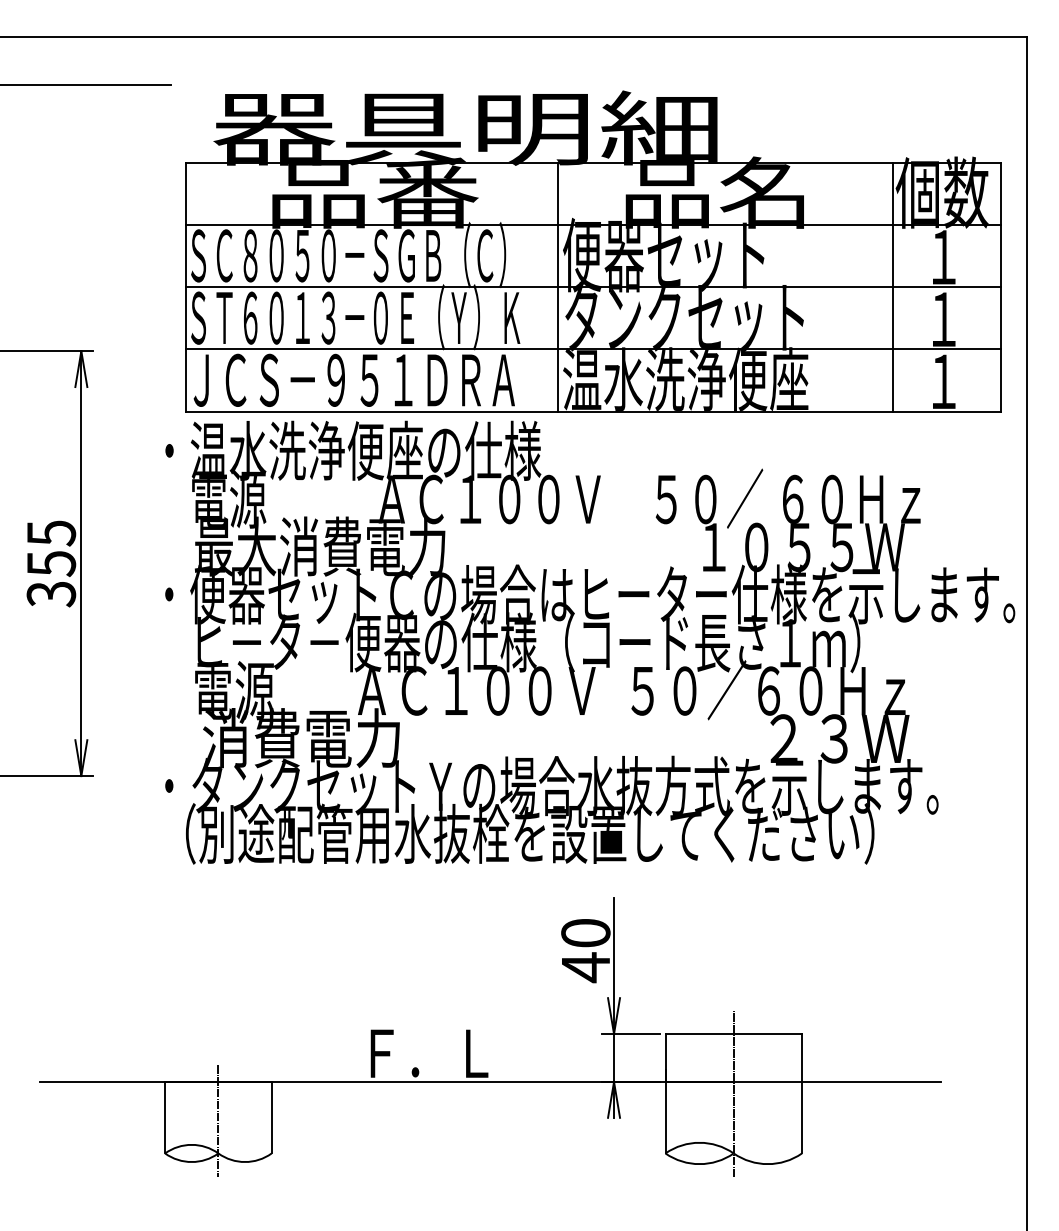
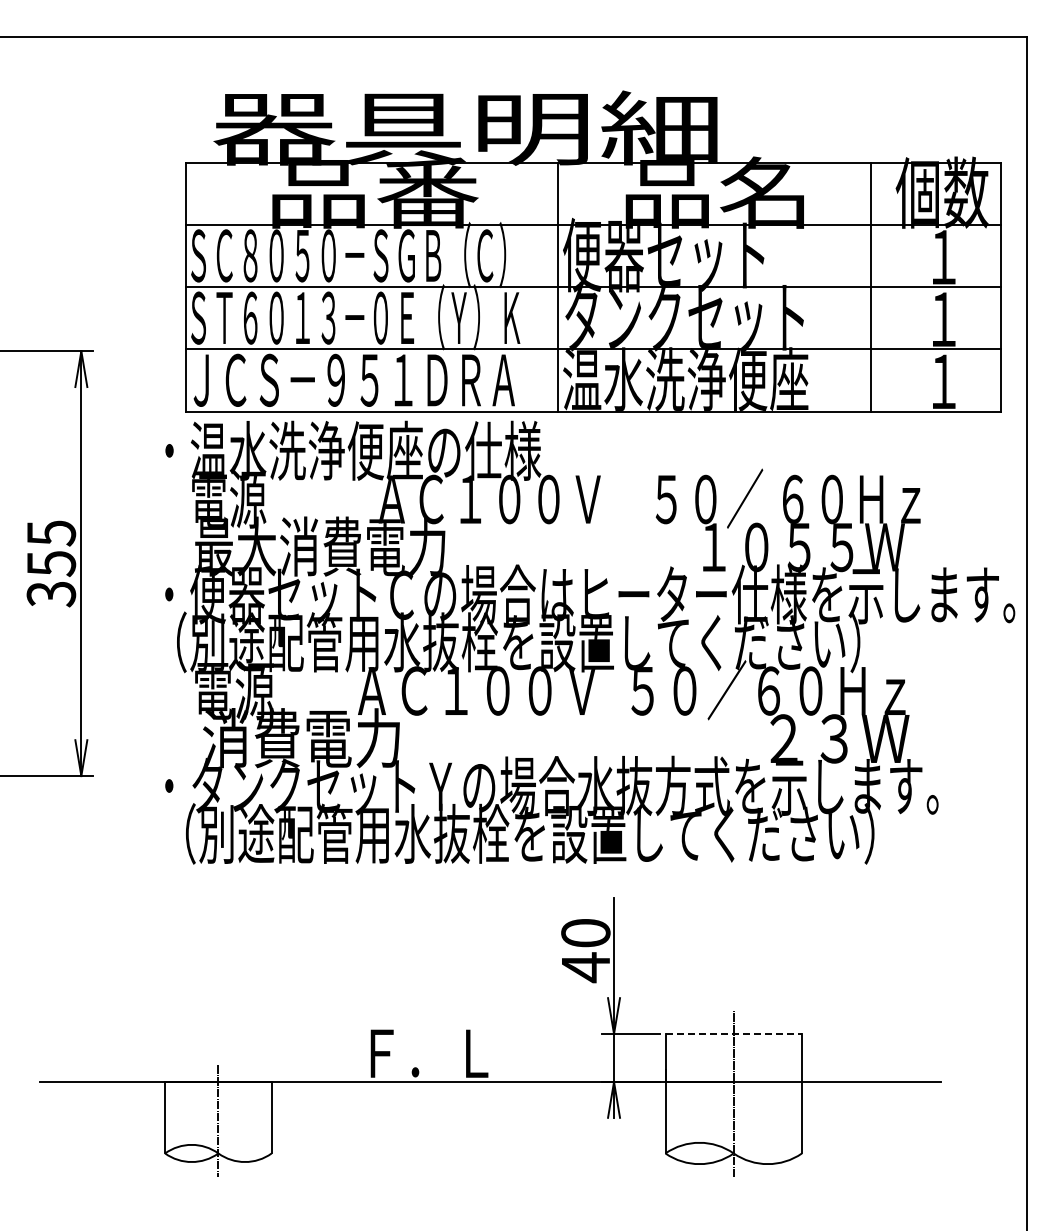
line at (86, 84): present -> none
line at (892, 286) position: (892, 286) -> (870, 286)
text at (511, 642): ヒ－タ－便器の仕様（コード長さ１ｍ） -> （別途配管用水抜栓を設置してください）
line at (734, 1034): solid -> dashed
